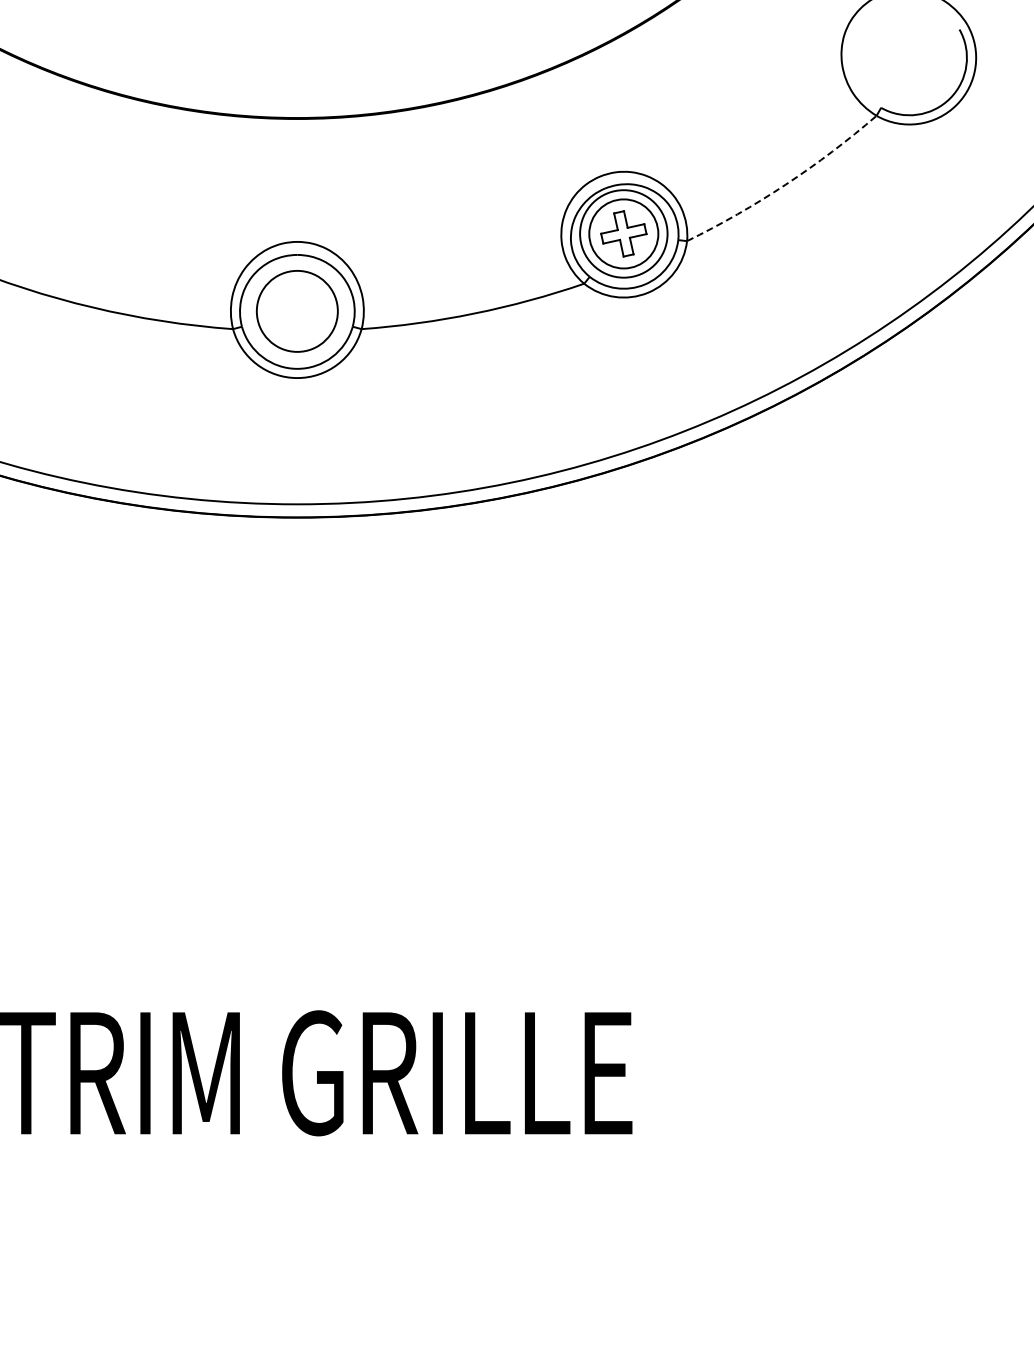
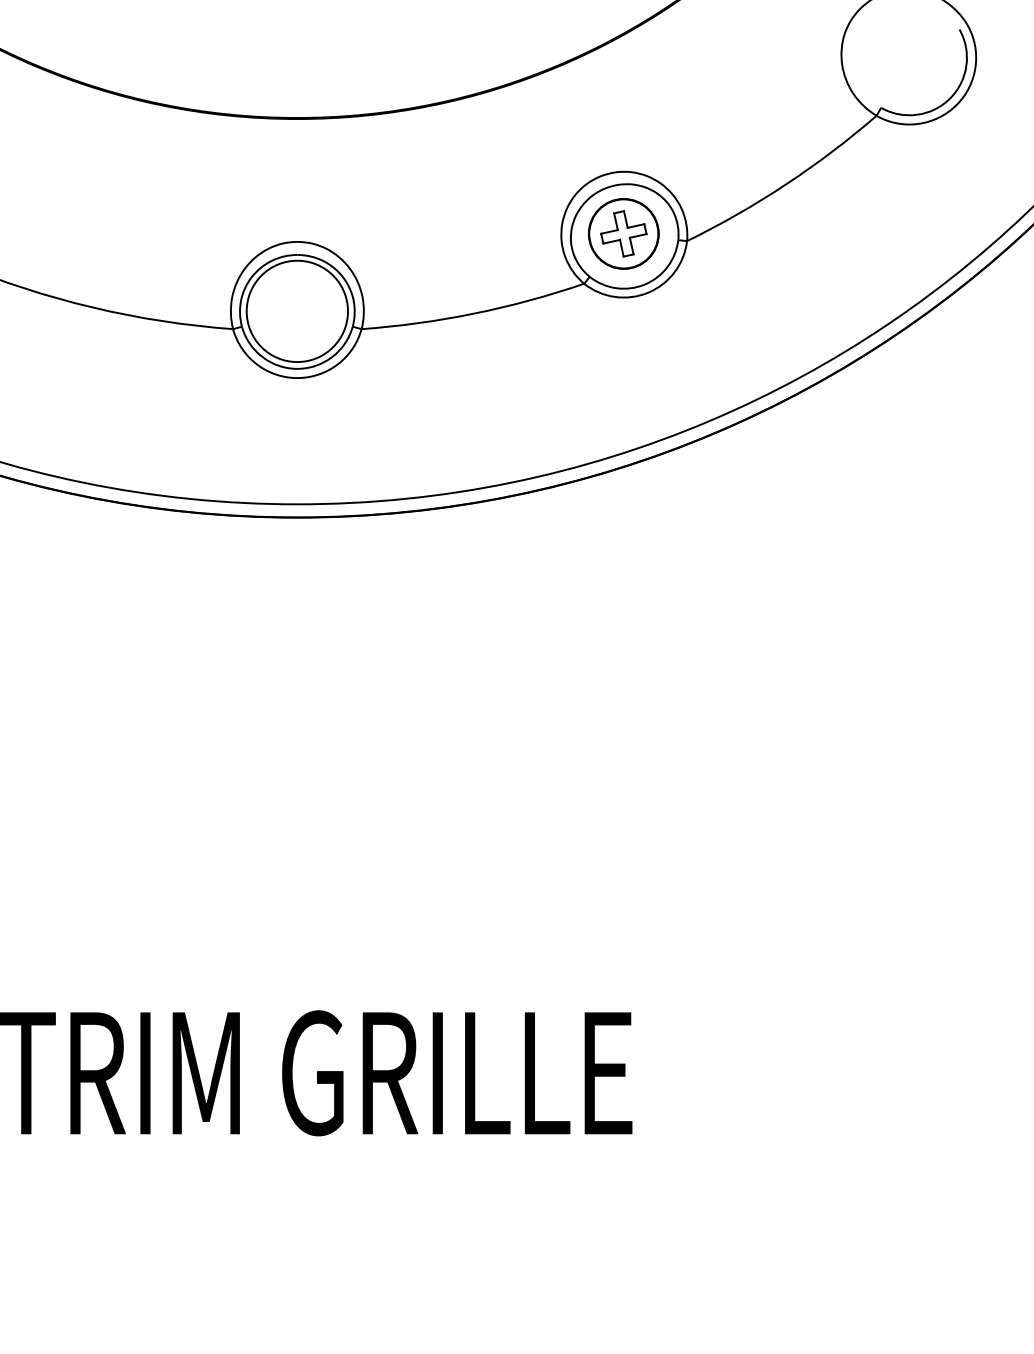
arc at (785, 184): dashed -> solid
circle at (623, 233) diameter: 87 px -> 70 px
circle at (296, 310) diameter: 81 px -> 101 px
